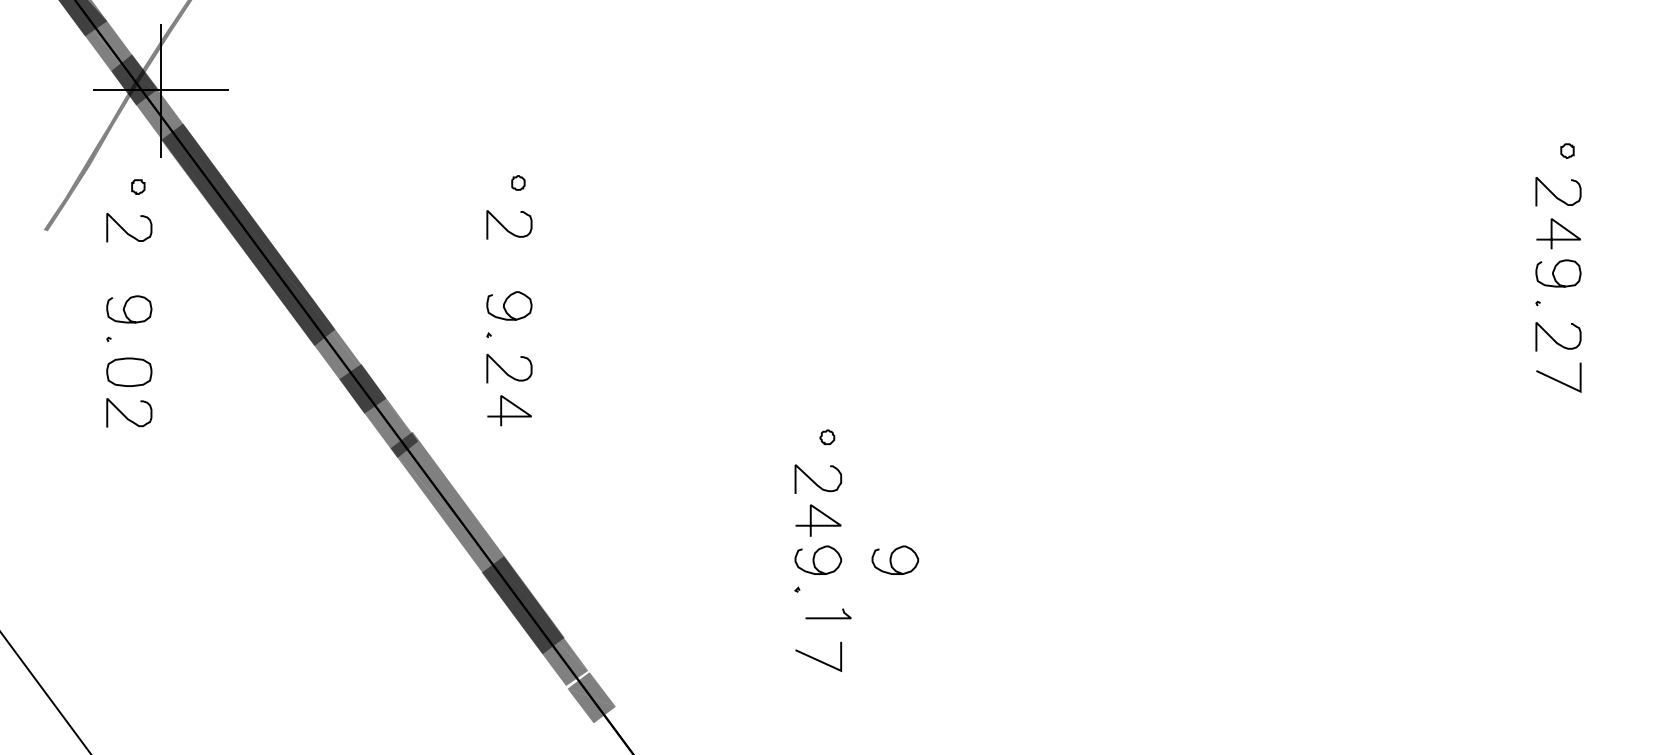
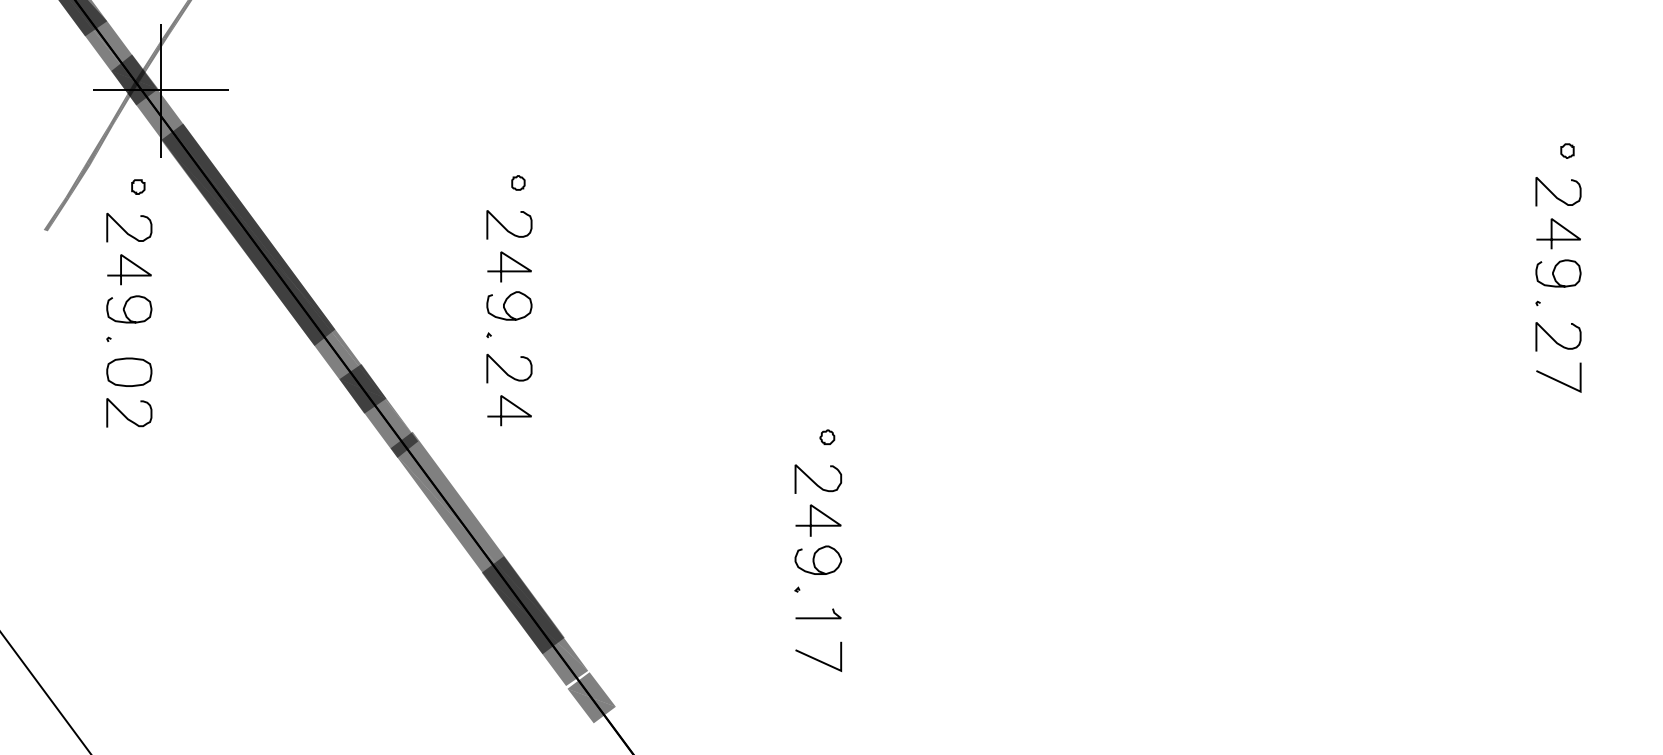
line at (509, 270): none -> present
line at (129, 274): none -> present
curve at (891, 559): present -> none
line at (828, 617) position: (828, 617) -> (818, 617)
